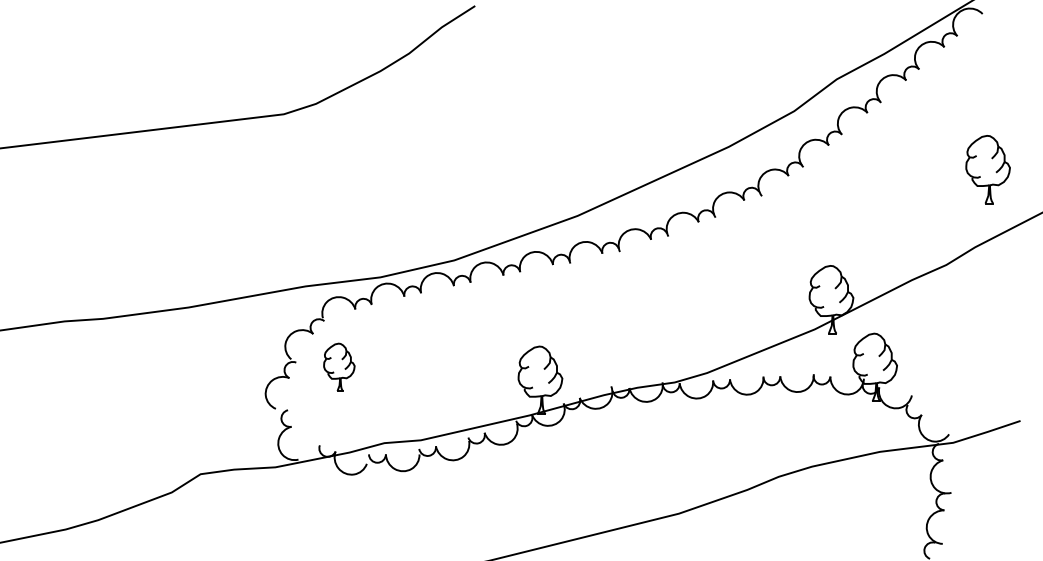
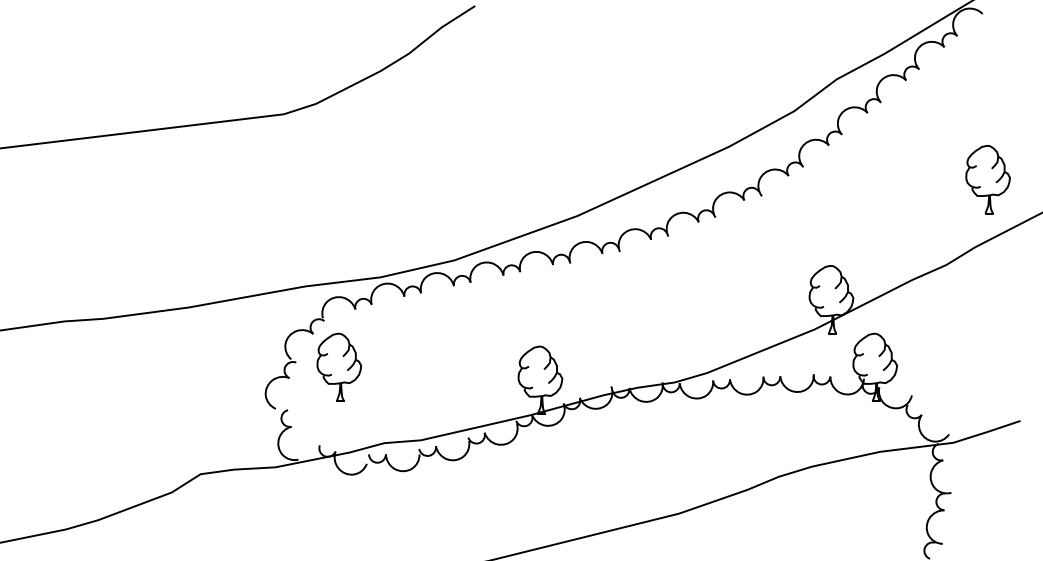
part at (987, 169) position: (987, 169) -> (987, 179)
part at (339, 366) size: 33x50 px -> 47x70 px
